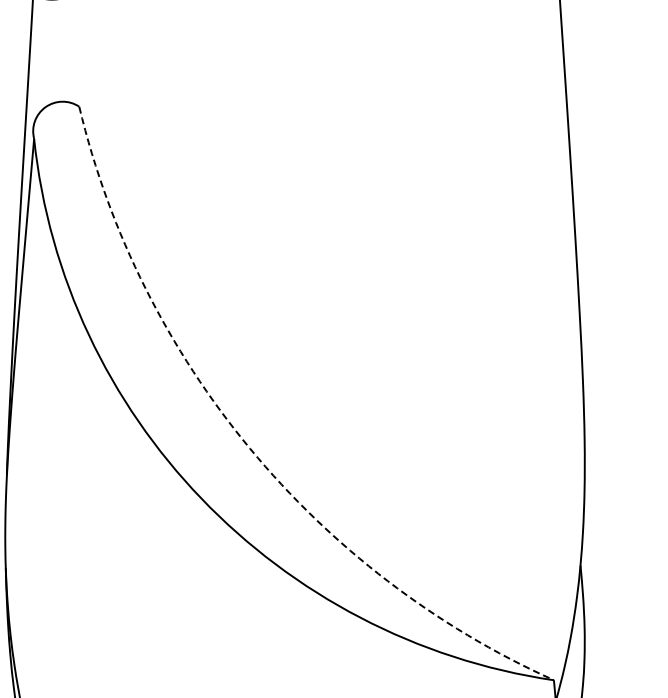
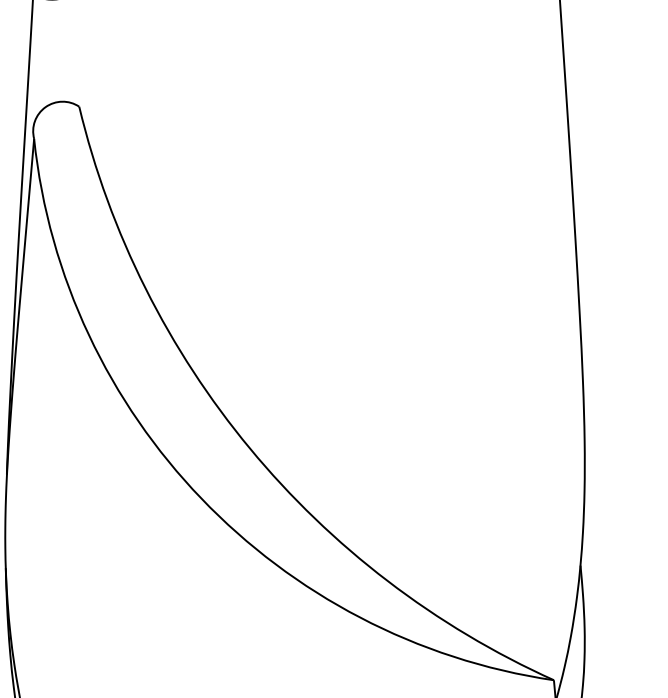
arc at (250, 448): dashed -> solid
